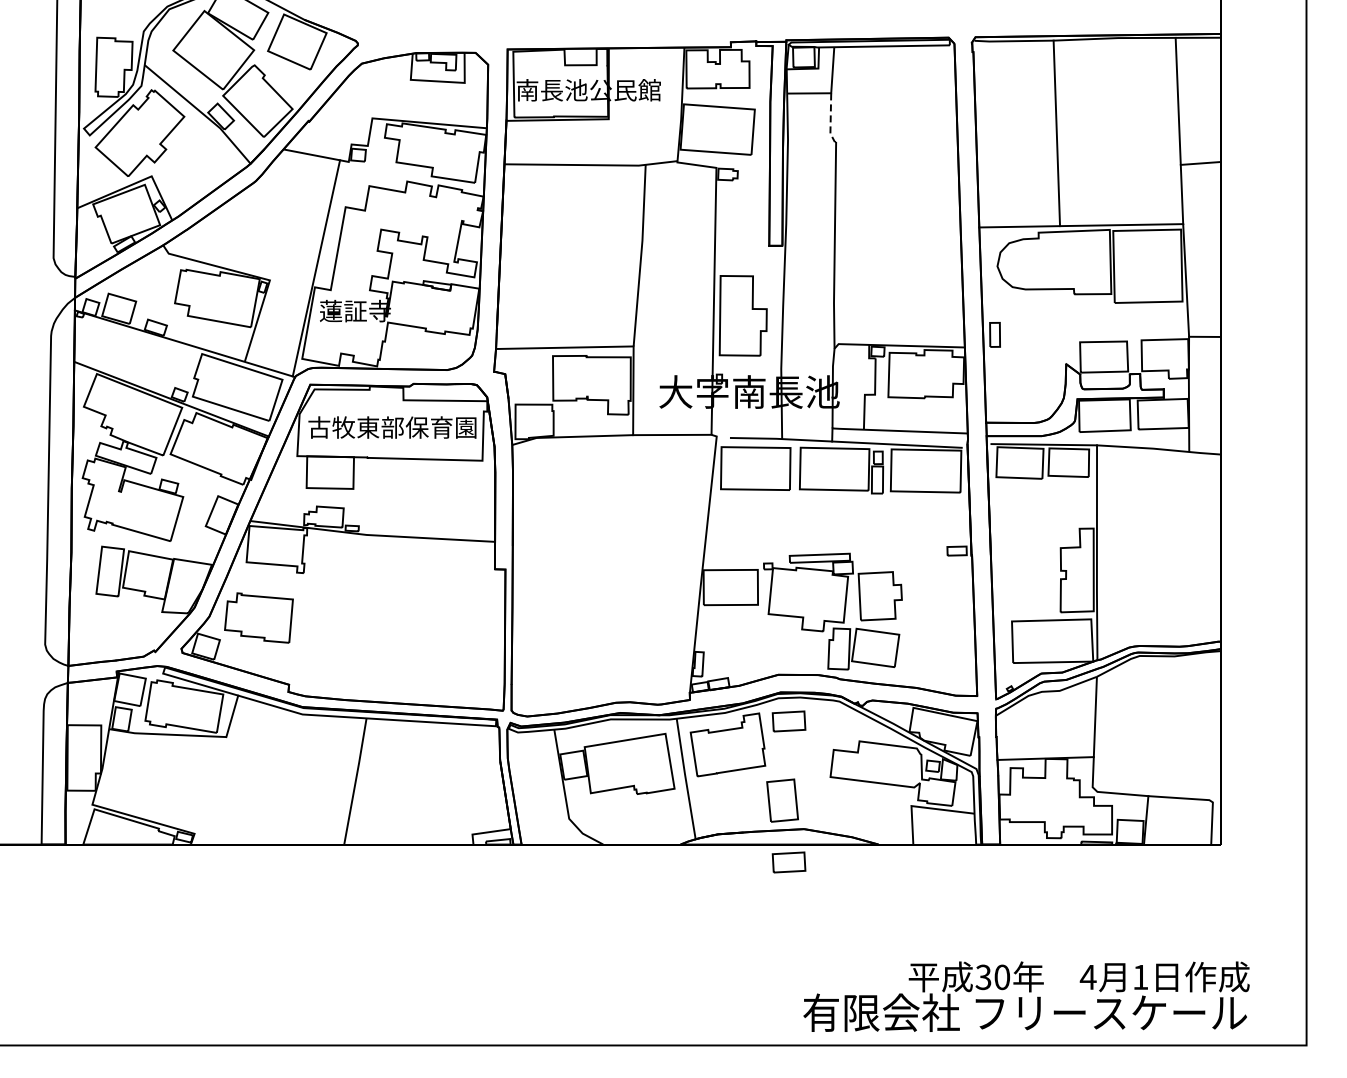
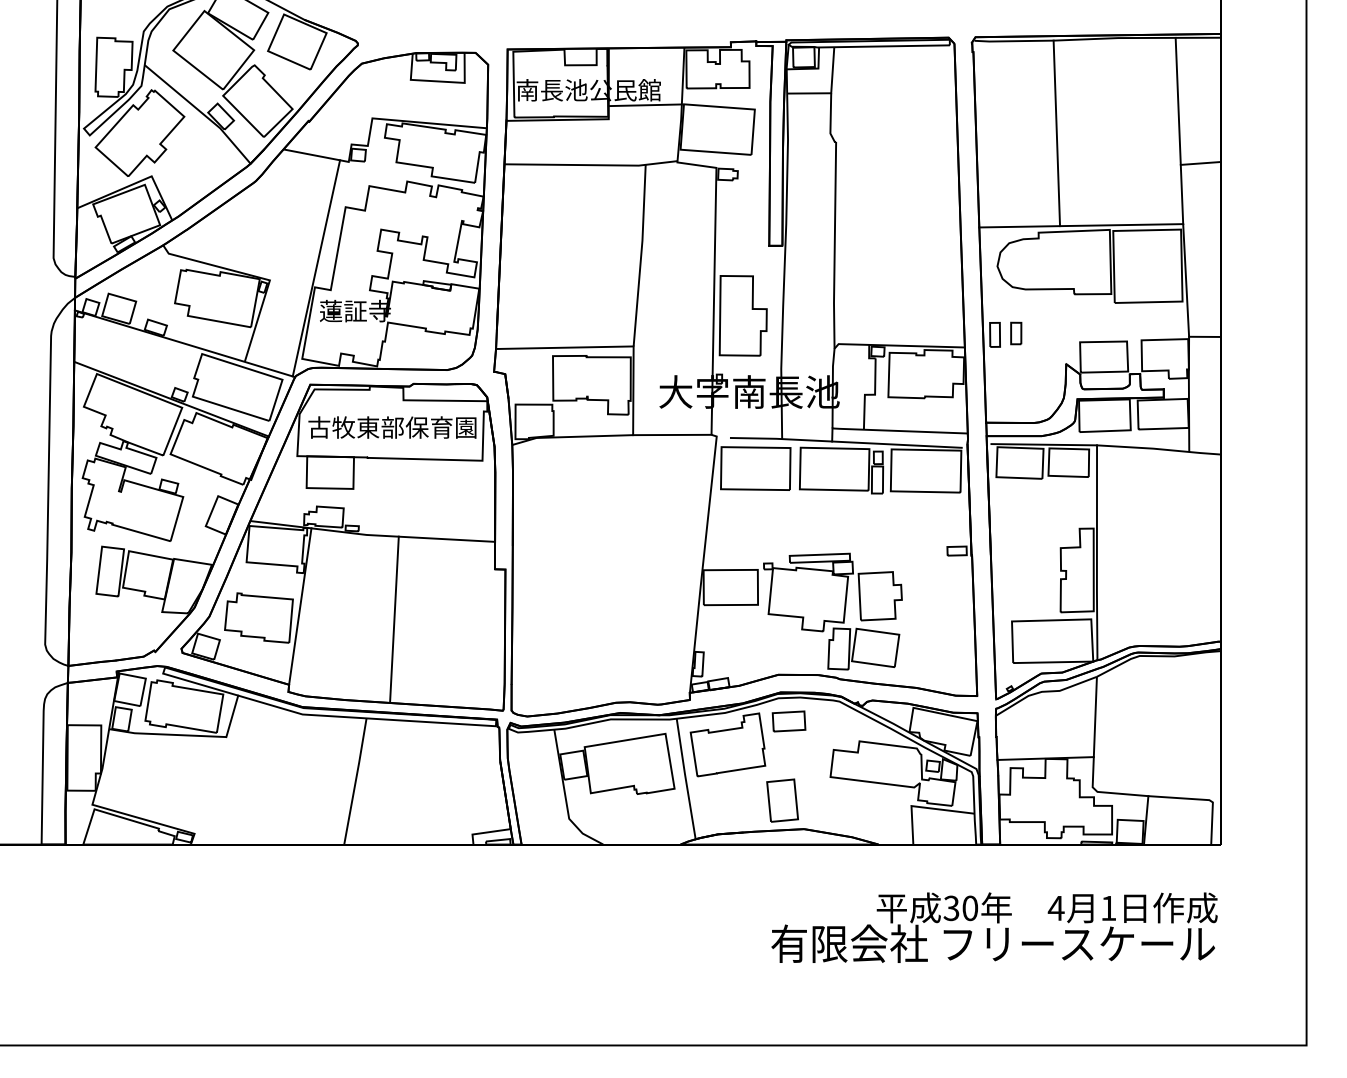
line at (644, 105): none -> present
line at (830, 119): dashed -> solid
part at (1016, 333): none -> present
line at (300, 606): none -> present
line at (394, 619): none -> present
part at (788, 862): present -> none
text at (1026, 996) position: (1026, 996) -> (994, 927)
